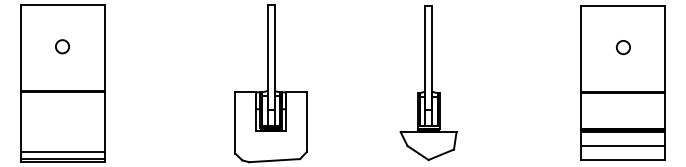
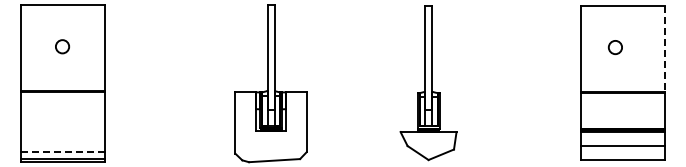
circle at (622, 47) position: (622, 47) -> (614, 47)
line at (665, 49): solid -> dashed
line at (62, 152): solid -> dashed
